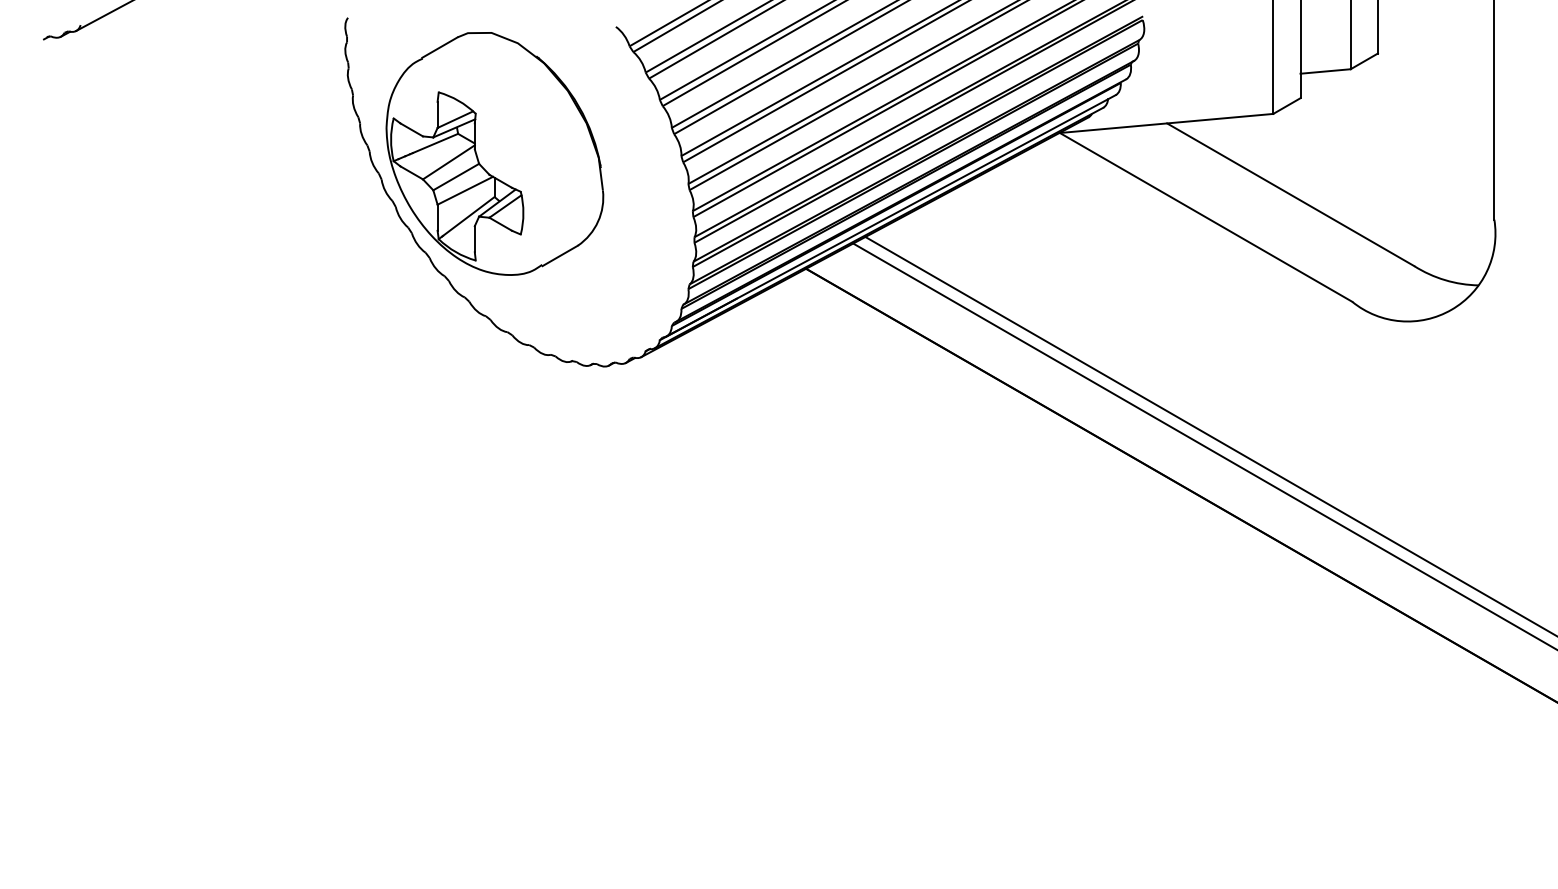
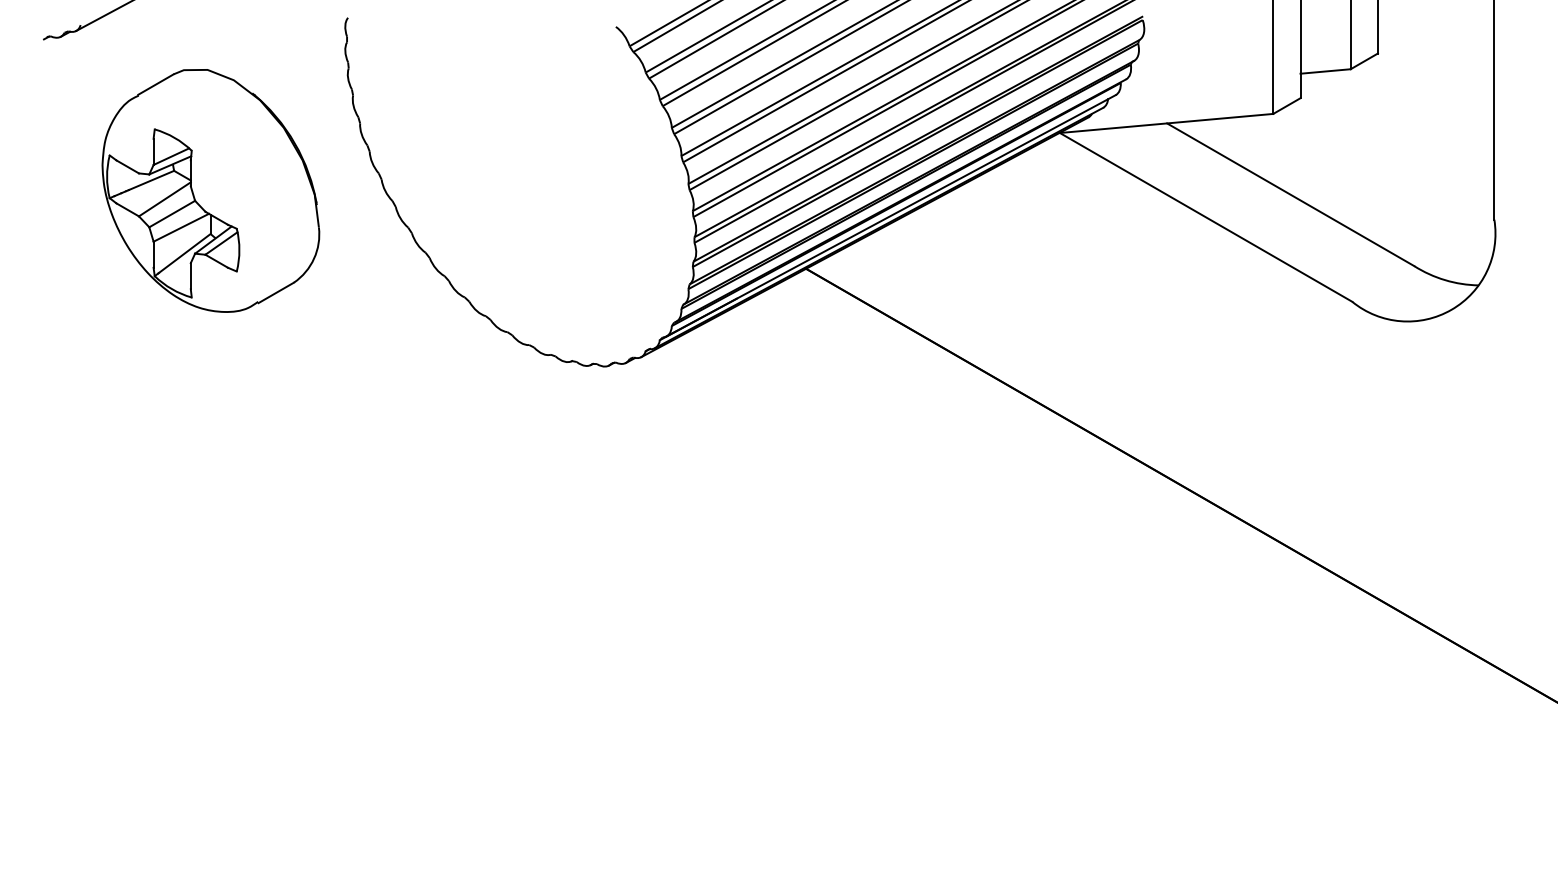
part at (494, 153) position: (494, 153) -> (210, 190)
line at (1209, 435): present -> none
line at (1203, 445): present -> none
